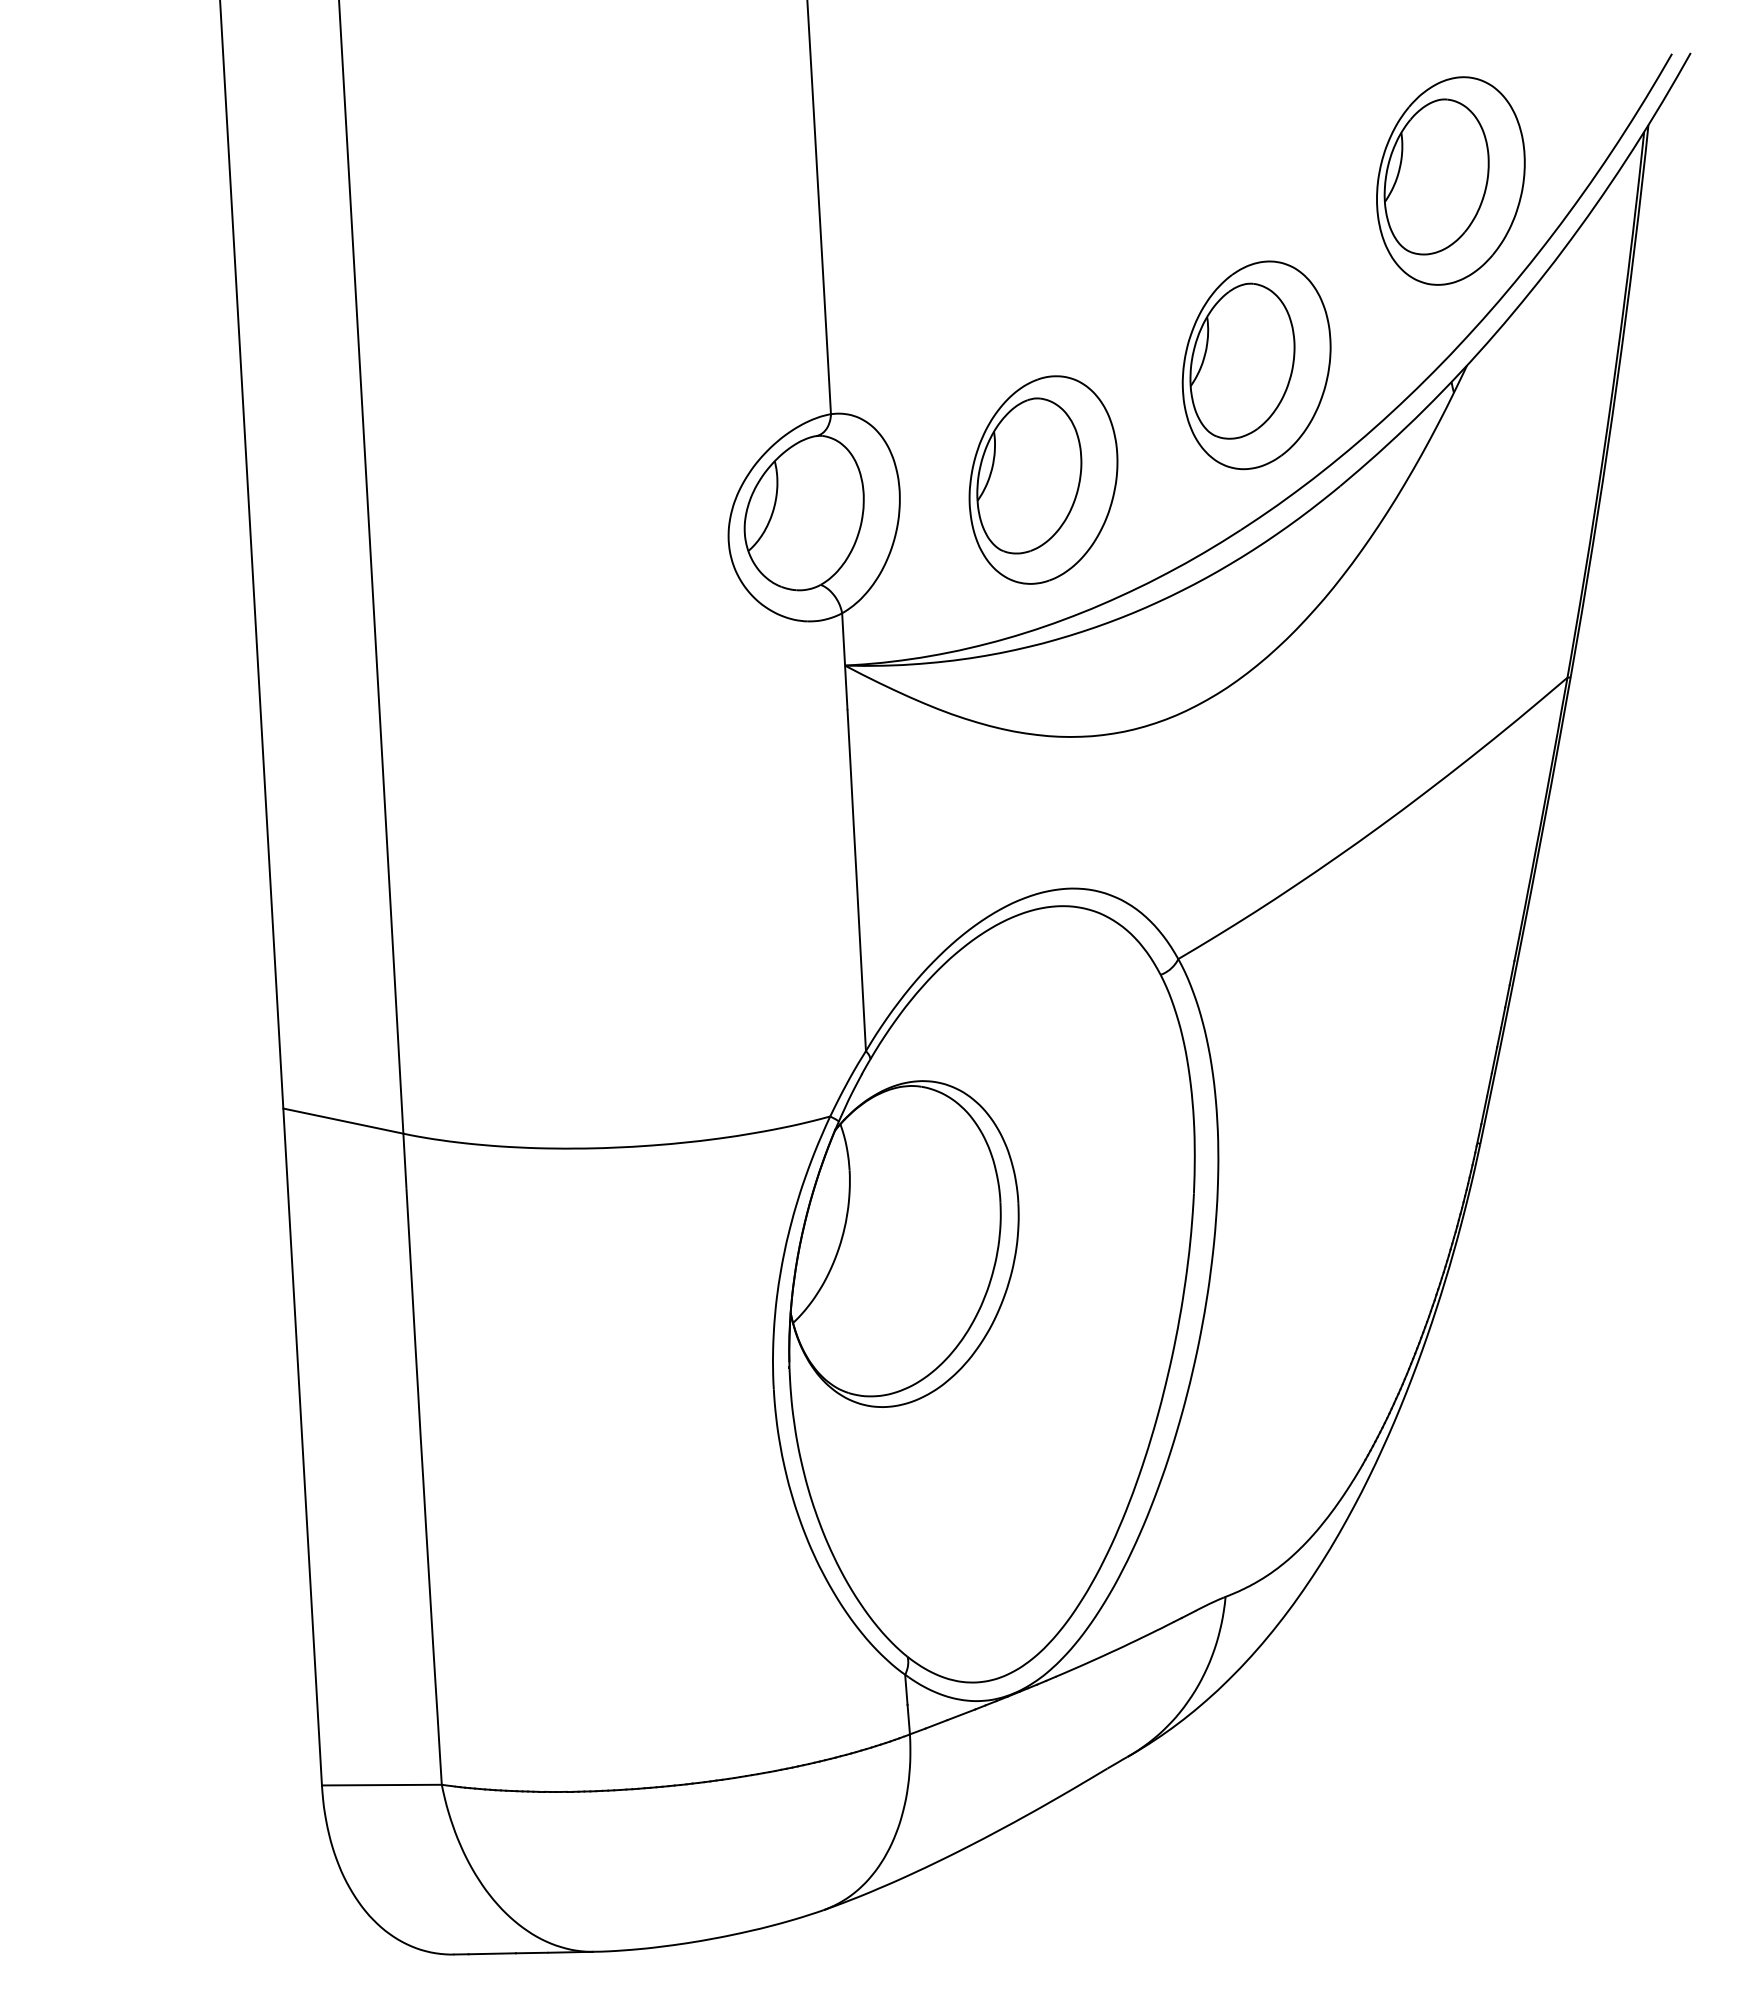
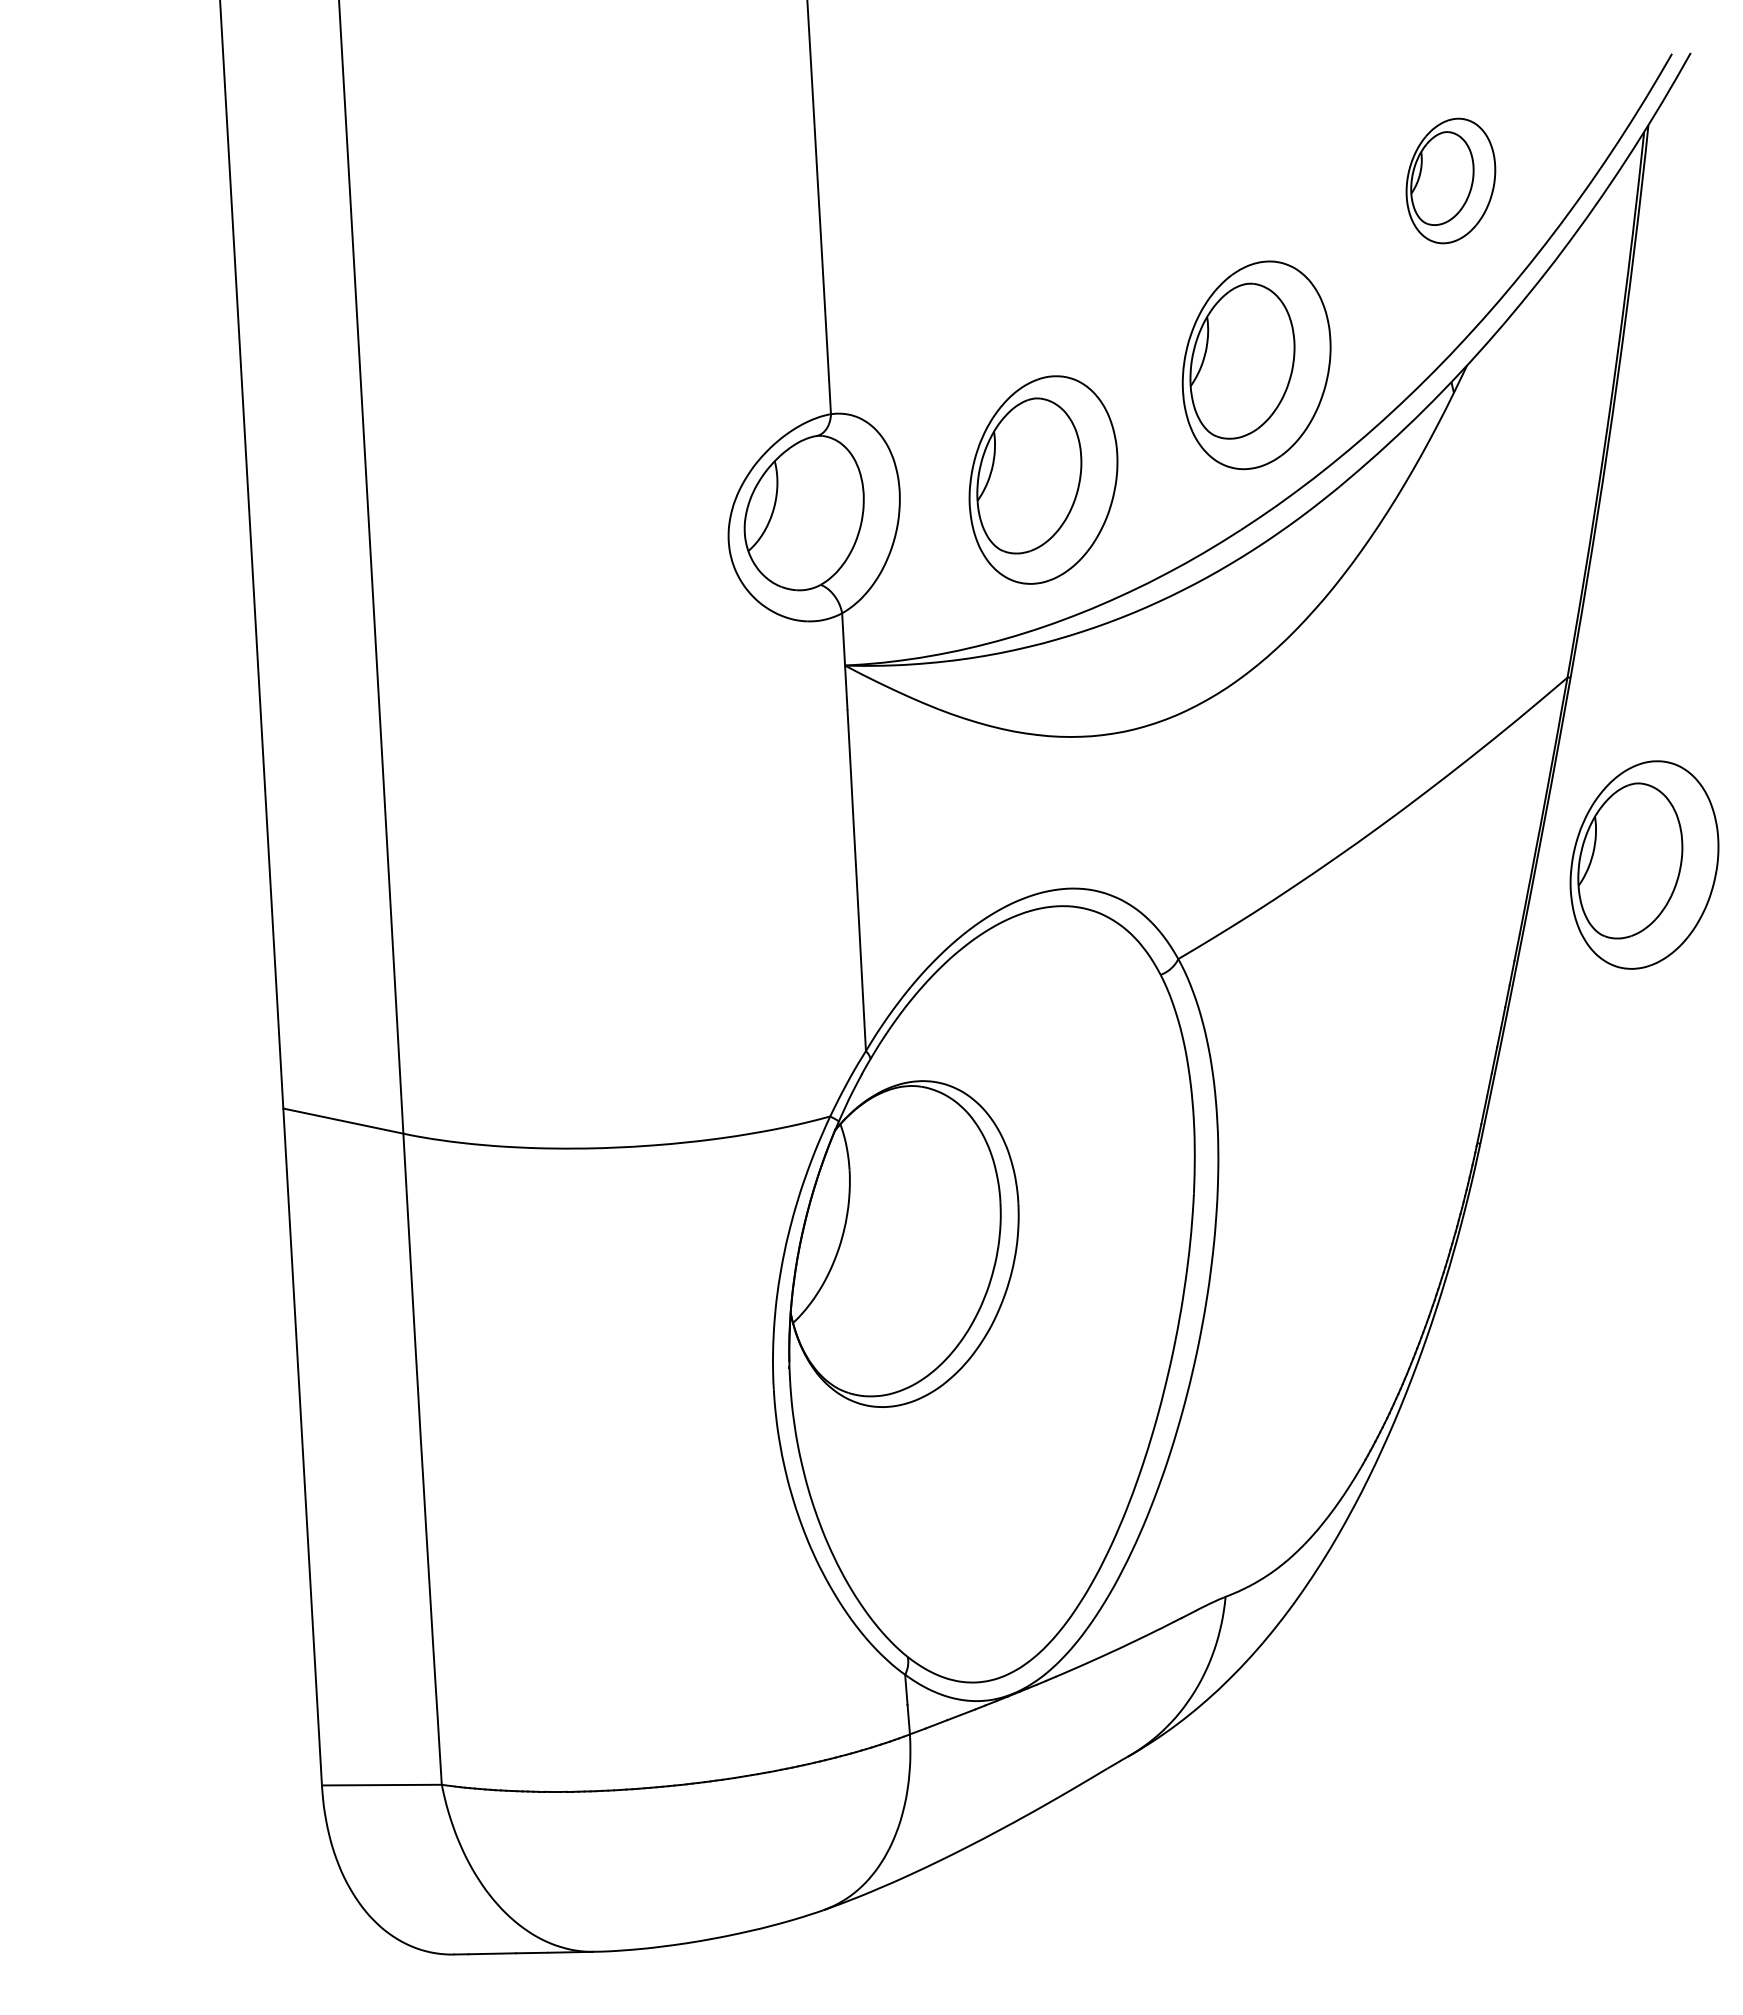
part at (1450, 180) size: 150x210 px -> 92x128 px
part at (1644, 864): none -> present
